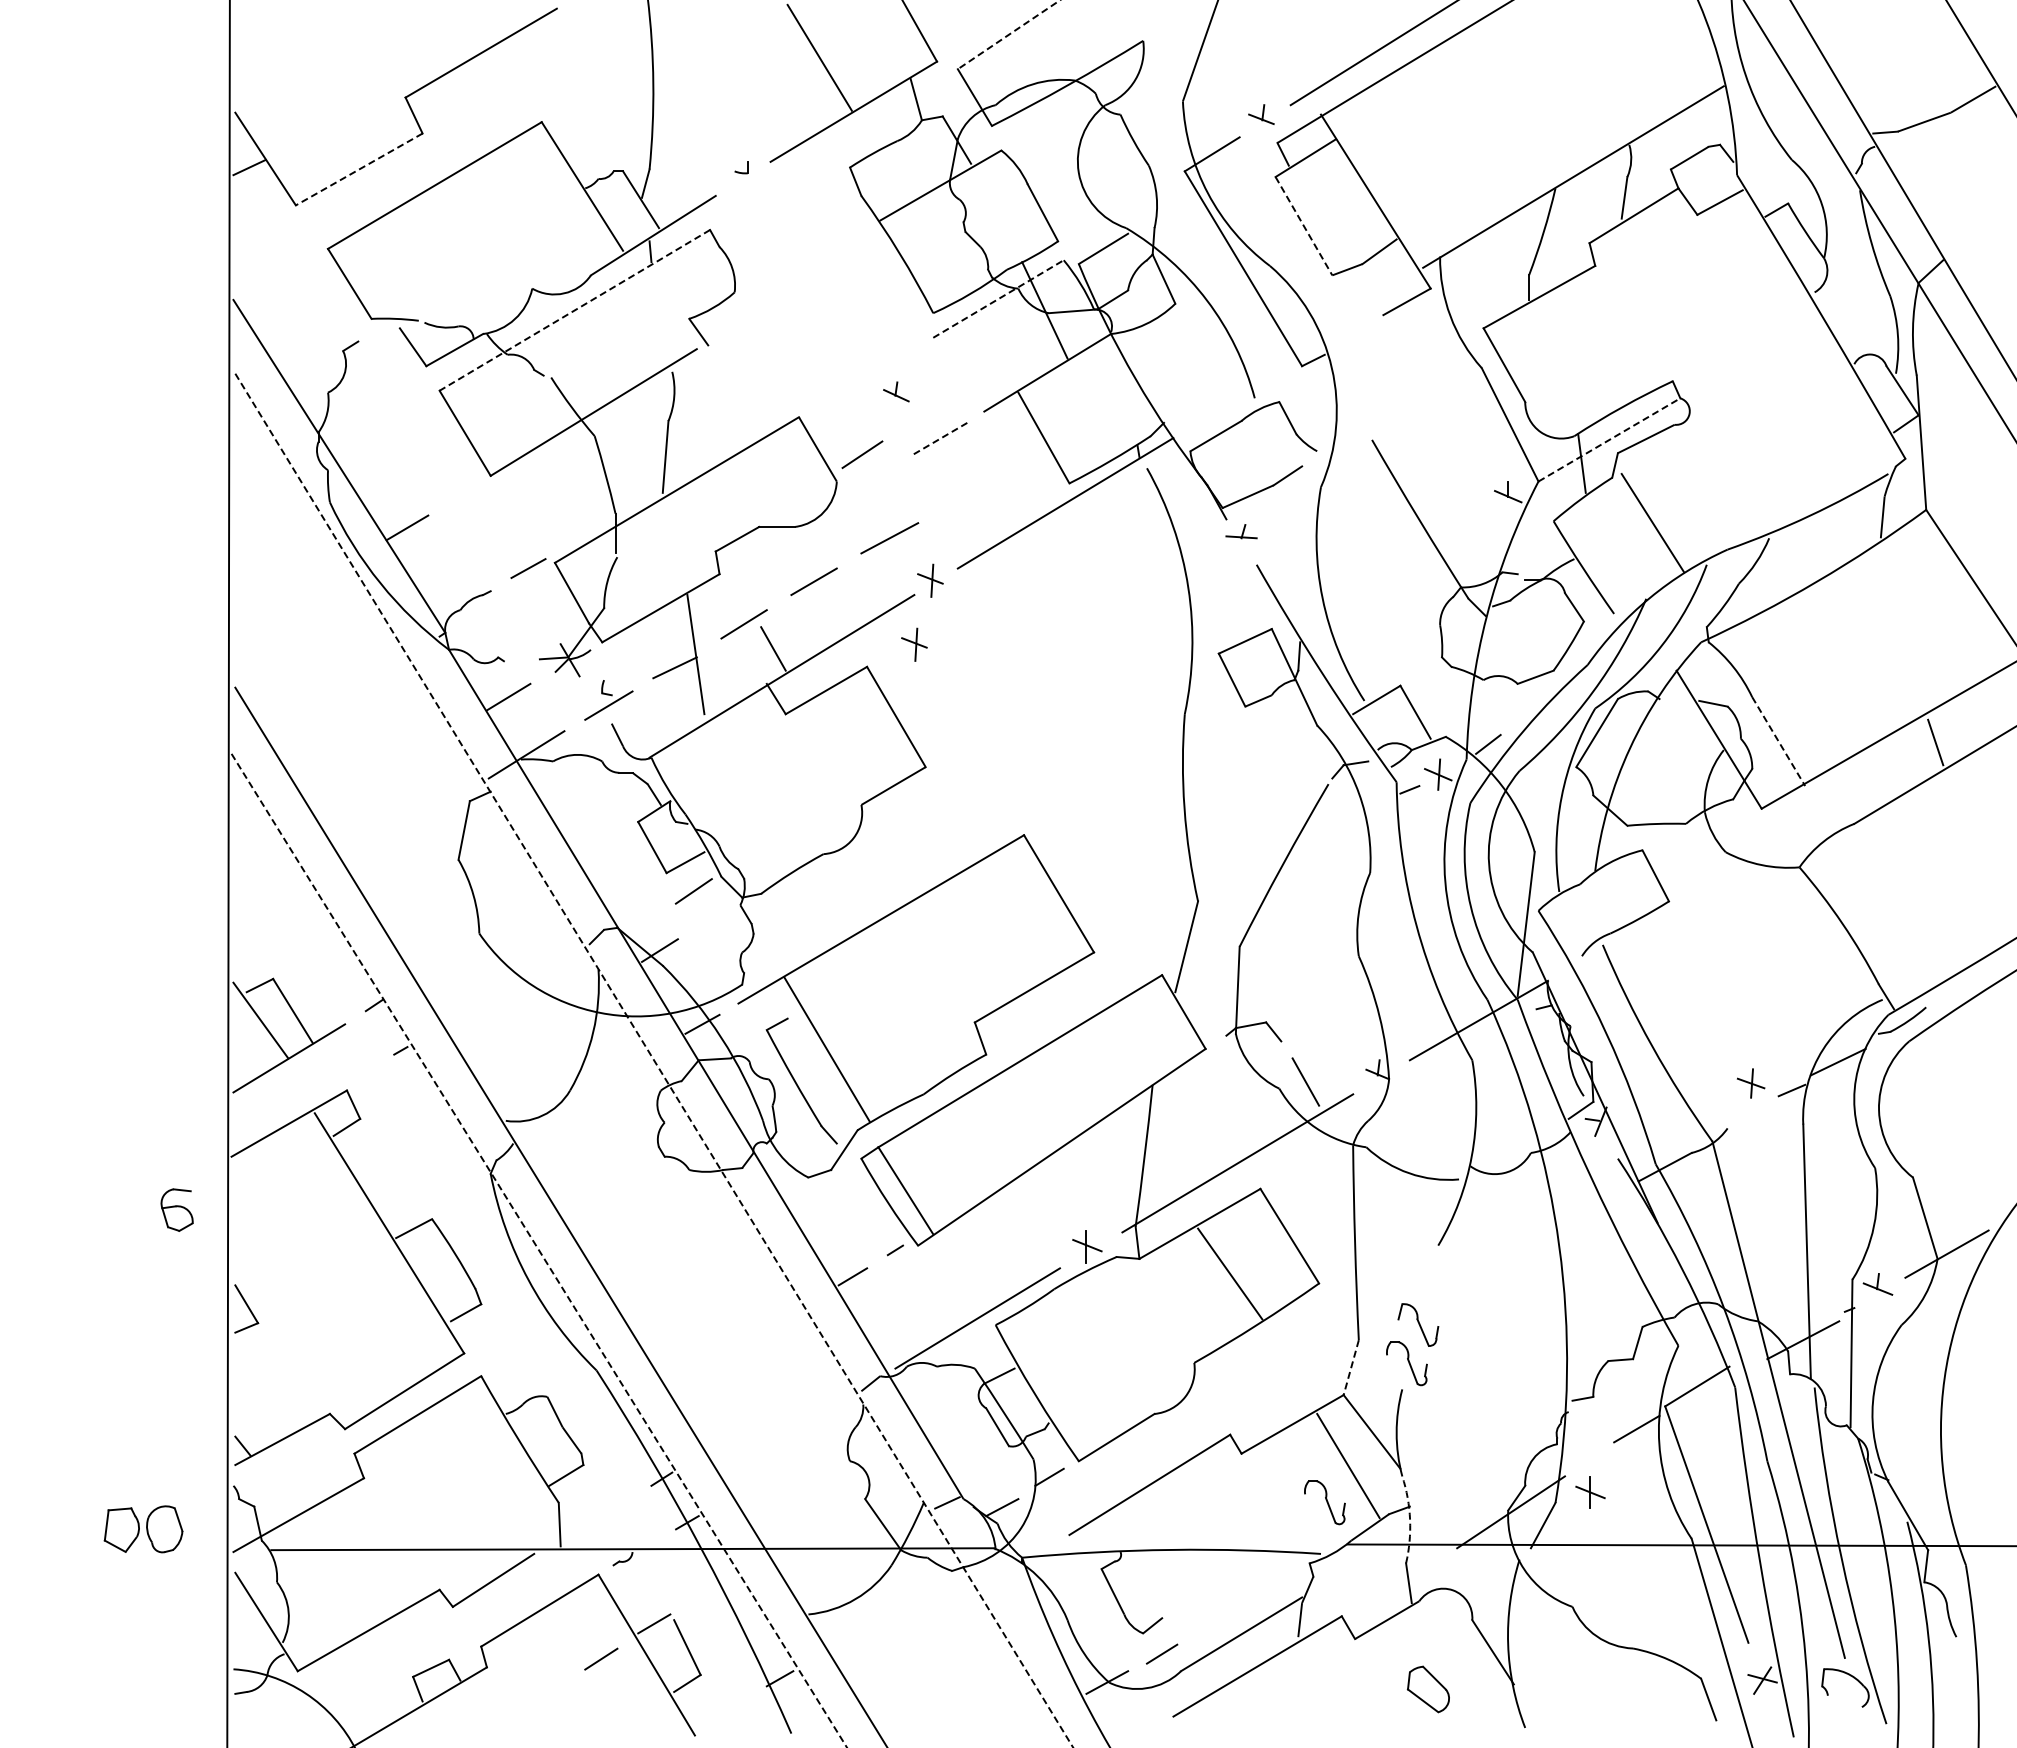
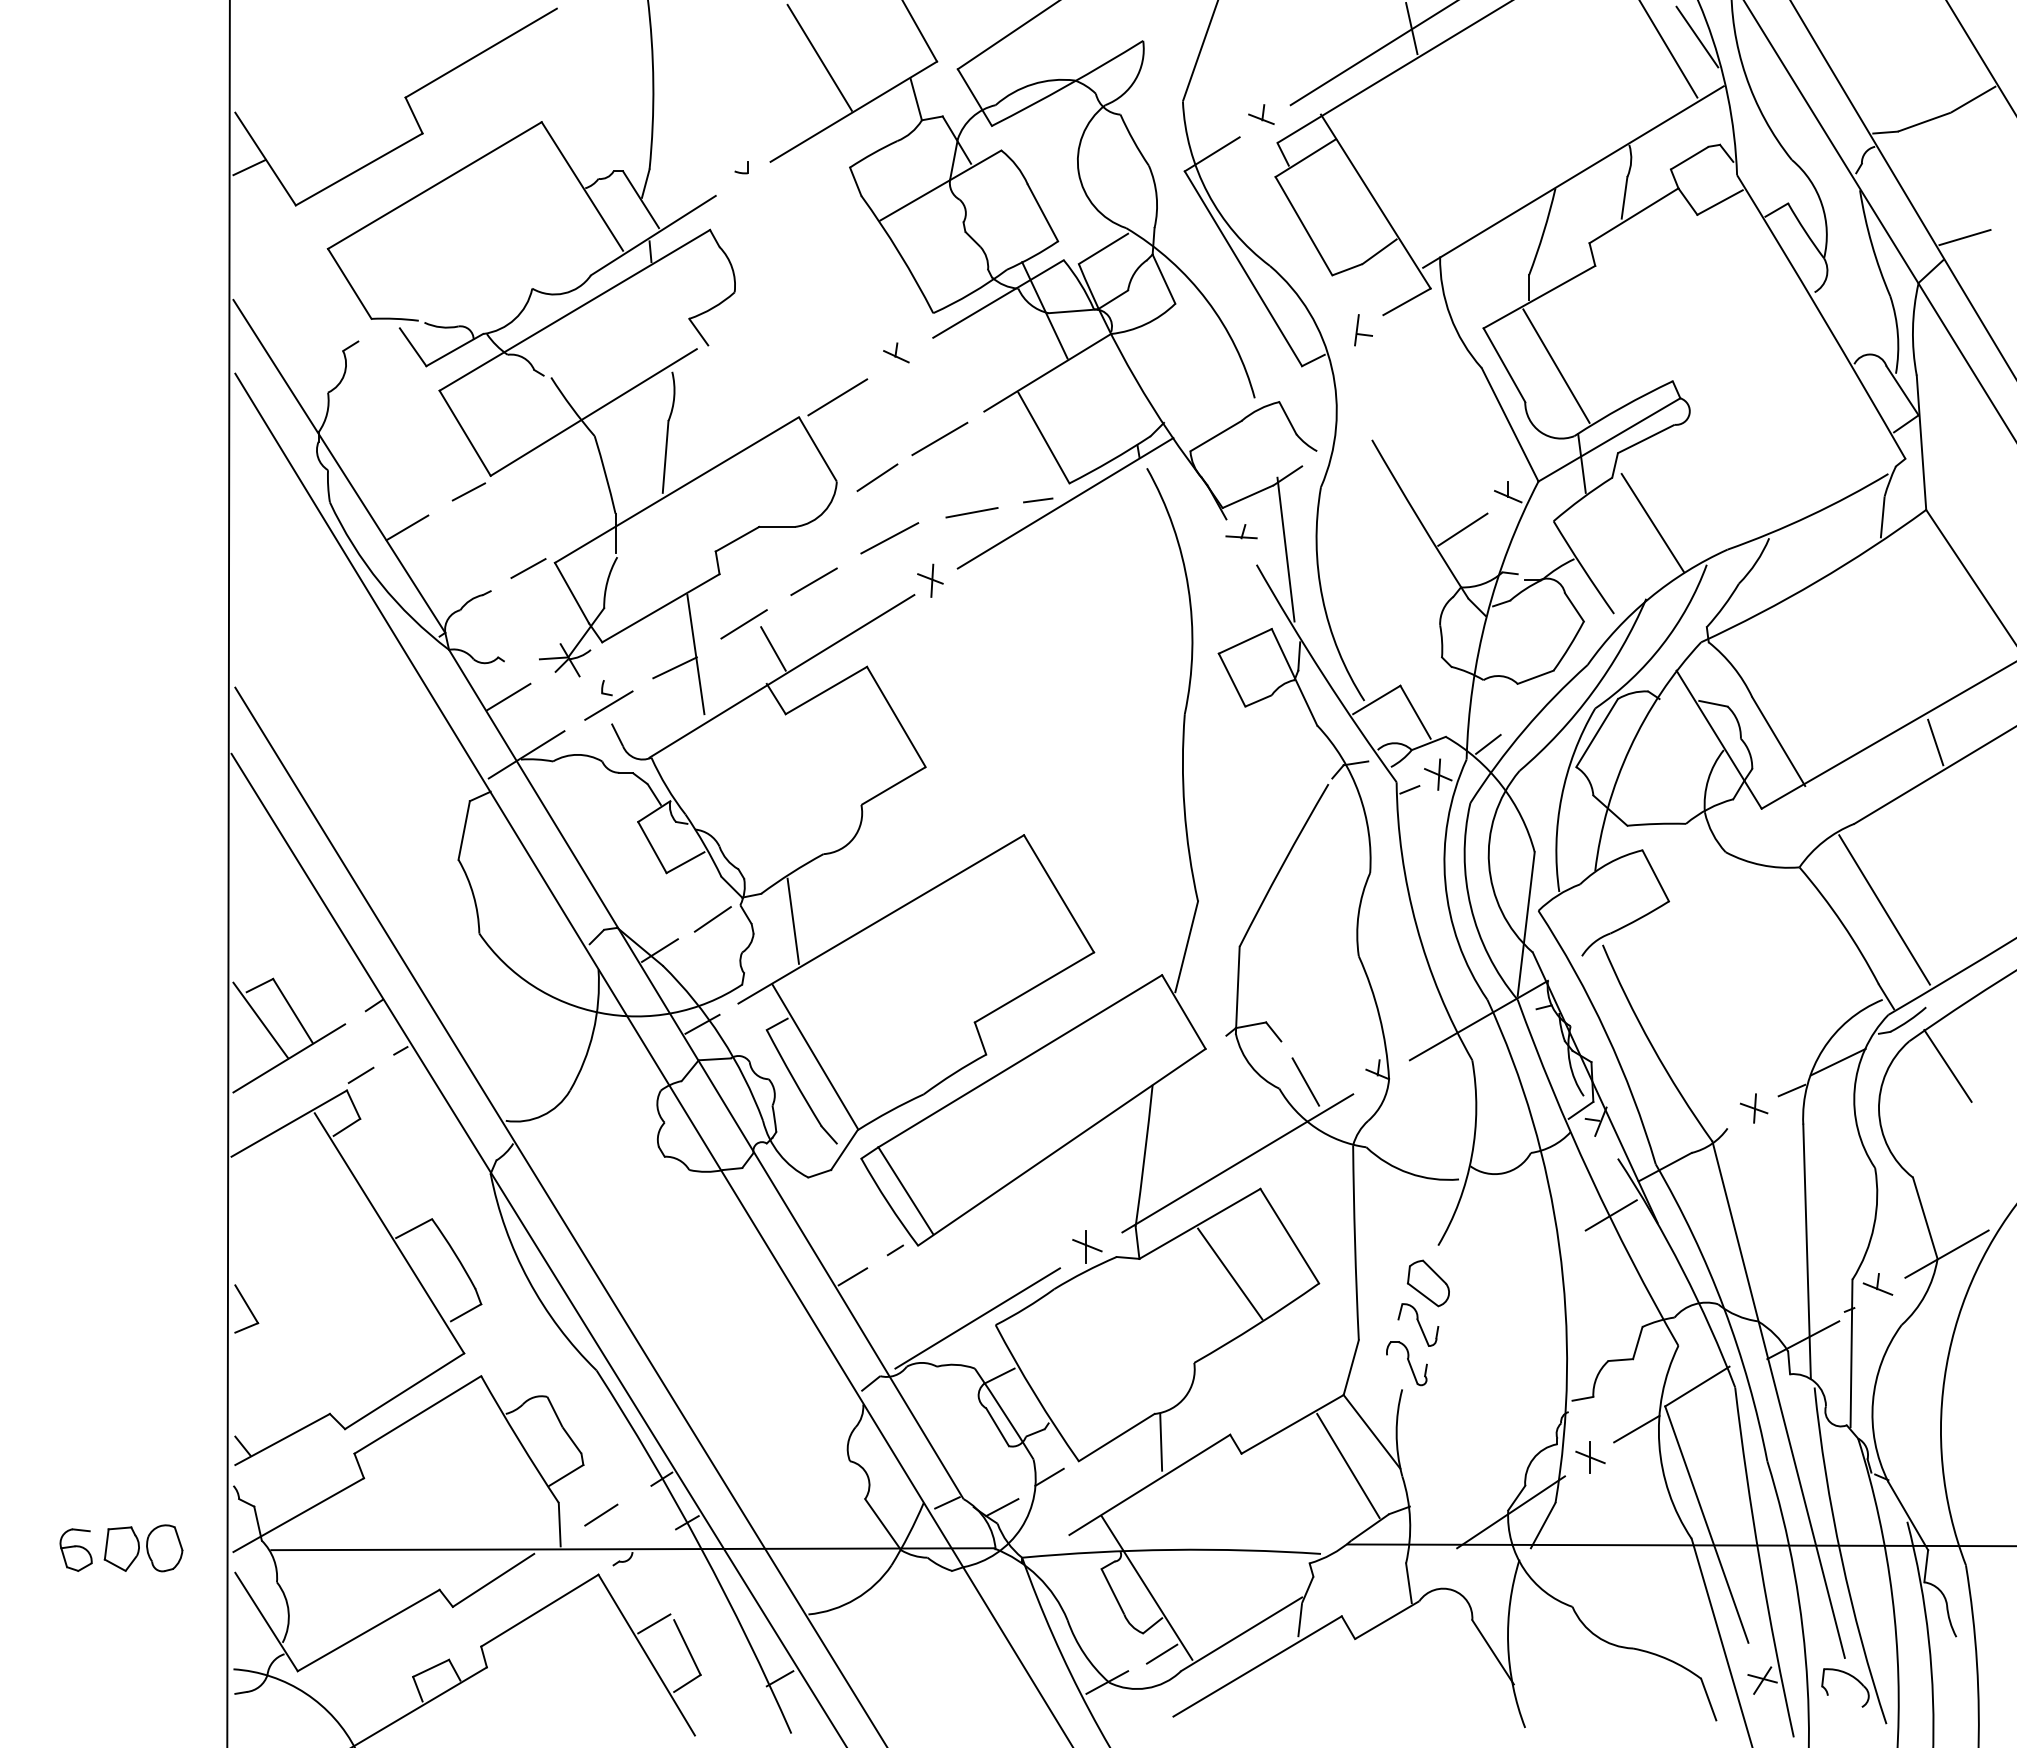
line at (1411, 28): none -> present
line at (1009, 34): dashed -> solid
line at (1697, 36): none -> present
line at (1668, 49): none -> present
line at (359, 169): dashed -> solid
line at (1303, 226): dashed -> solid
line at (1964, 237): none -> present
line at (998, 299): dashed -> solid
line at (574, 310): dashed -> solid
part at (1363, 330): none -> present
line at (1556, 365): none -> present
part at (896, 391) position: (896, 391) -> (896, 352)
line at (837, 397): none -> present
line at (939, 438): dashed -> solid
line at (1609, 439): dashed -> solid
line at (862, 454) position: (862, 454) -> (877, 477)
line at (468, 491): none -> present
line at (1038, 500): none -> present
line at (971, 512): none -> present
line at (1462, 529): none -> present
line at (1285, 549): none -> present
part at (914, 644): present -> none
line at (1778, 741): dashed -> solid
line at (693, 891) position: (693, 891) -> (712, 919)
line at (1884, 909): none -> present
line at (792, 920): none -> present
line at (826, 1049) position: (826, 1049) -> (814, 1056)
line at (654, 1060): dashed -> solid
line at (1947, 1065): none -> present
line at (360, 1074): none -> present
part at (1750, 1083) position: (1750, 1083) -> (1753, 1108)
part at (176, 1209) position: (176, 1209) -> (75, 1549)
line at (1610, 1215): none -> present
line at (539, 1251): dashed -> solid
line at (1351, 1368): dashed -> solid
line at (1161, 1441): none -> present
part at (1590, 1492) position: (1590, 1492) -> (1590, 1457)
part at (1324, 1502): present -> none
arc at (1410, 1519): dashed -> solid
part at (143, 1529) position: (143, 1529) -> (143, 1548)
line at (1146, 1587): none -> present
line at (601, 1658) position: (601, 1658) -> (601, 1514)
part at (1427, 1689) position: (1427, 1689) -> (1427, 1283)
